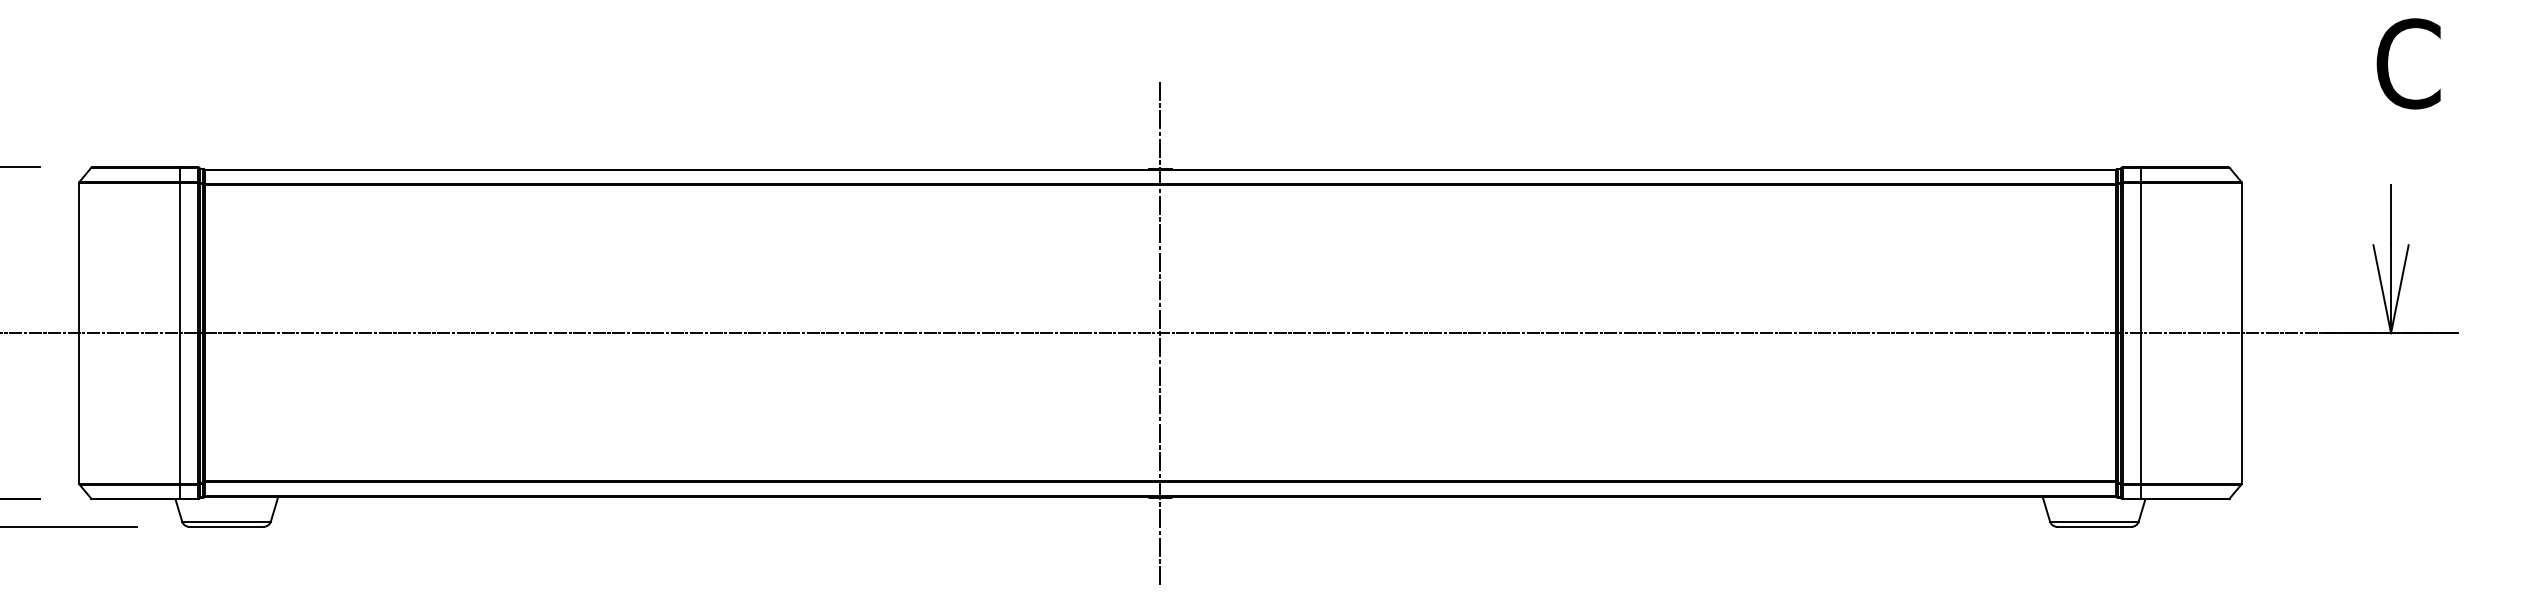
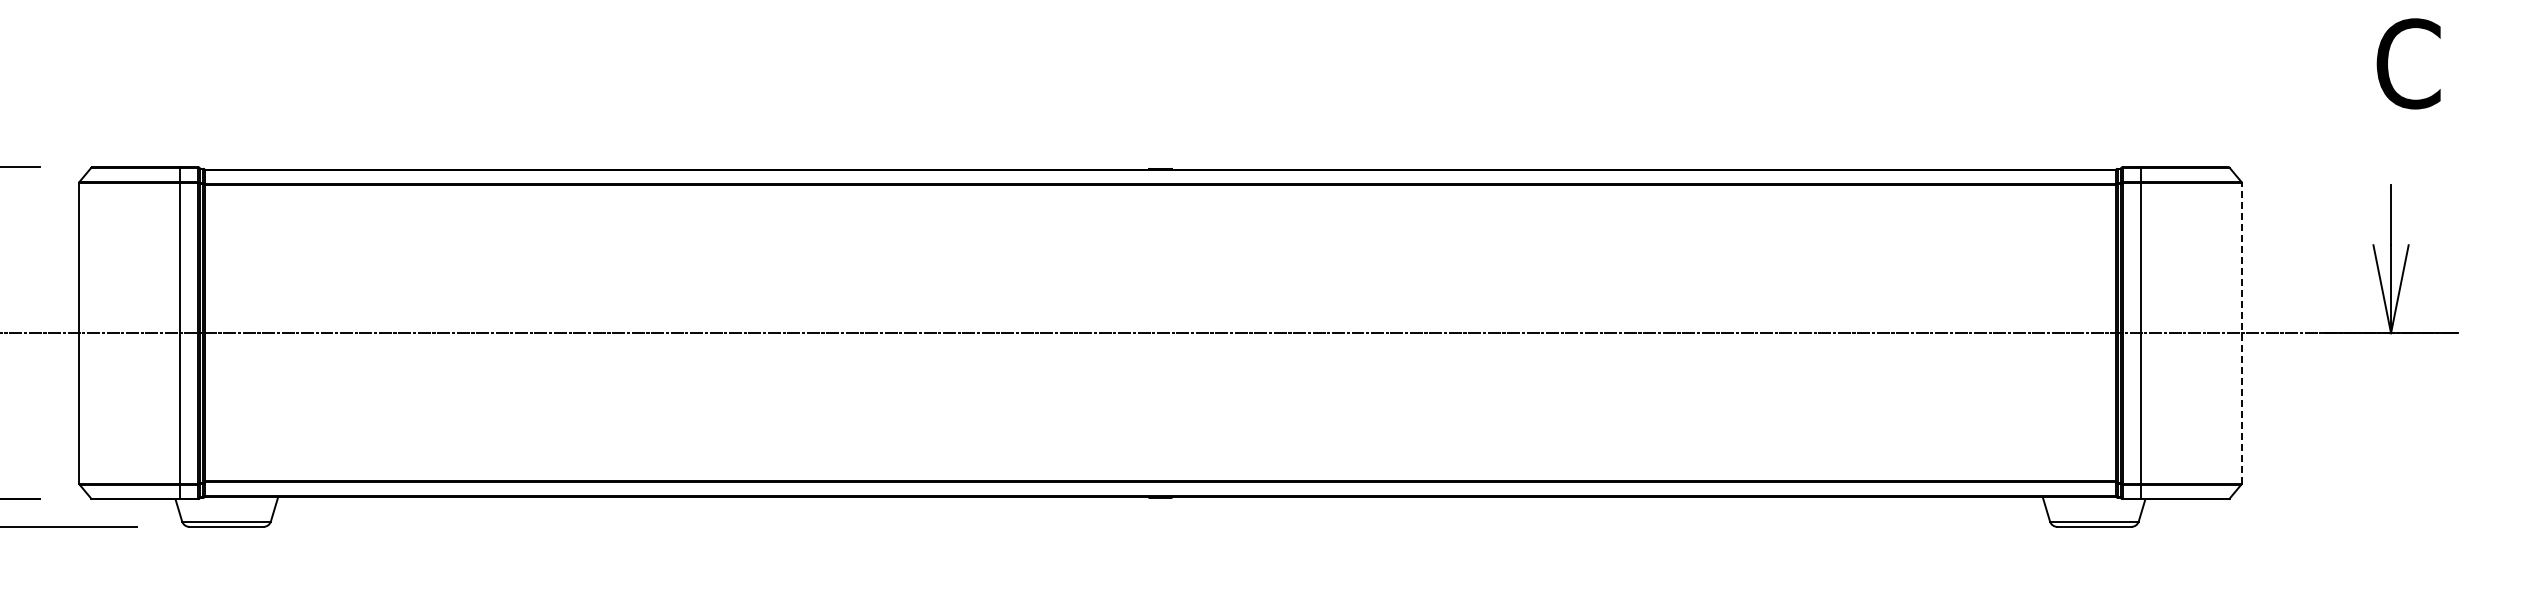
line at (1160, 332): present -> none
line at (2241, 332): solid -> dashed
